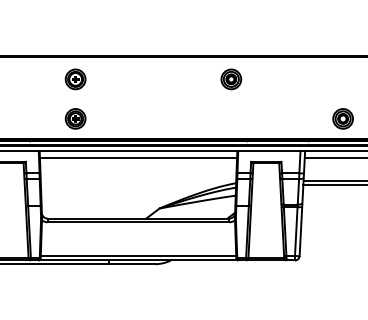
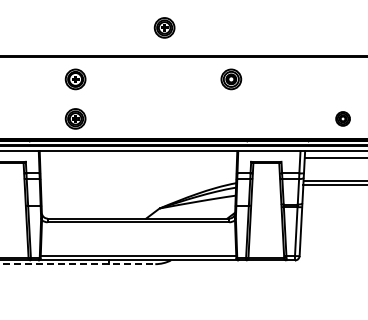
part at (164, 27): none -> present
part at (342, 118) size: 22x22 px -> 16x16 px
line at (138, 158): present -> none
line at (78, 264): solid -> dashed
